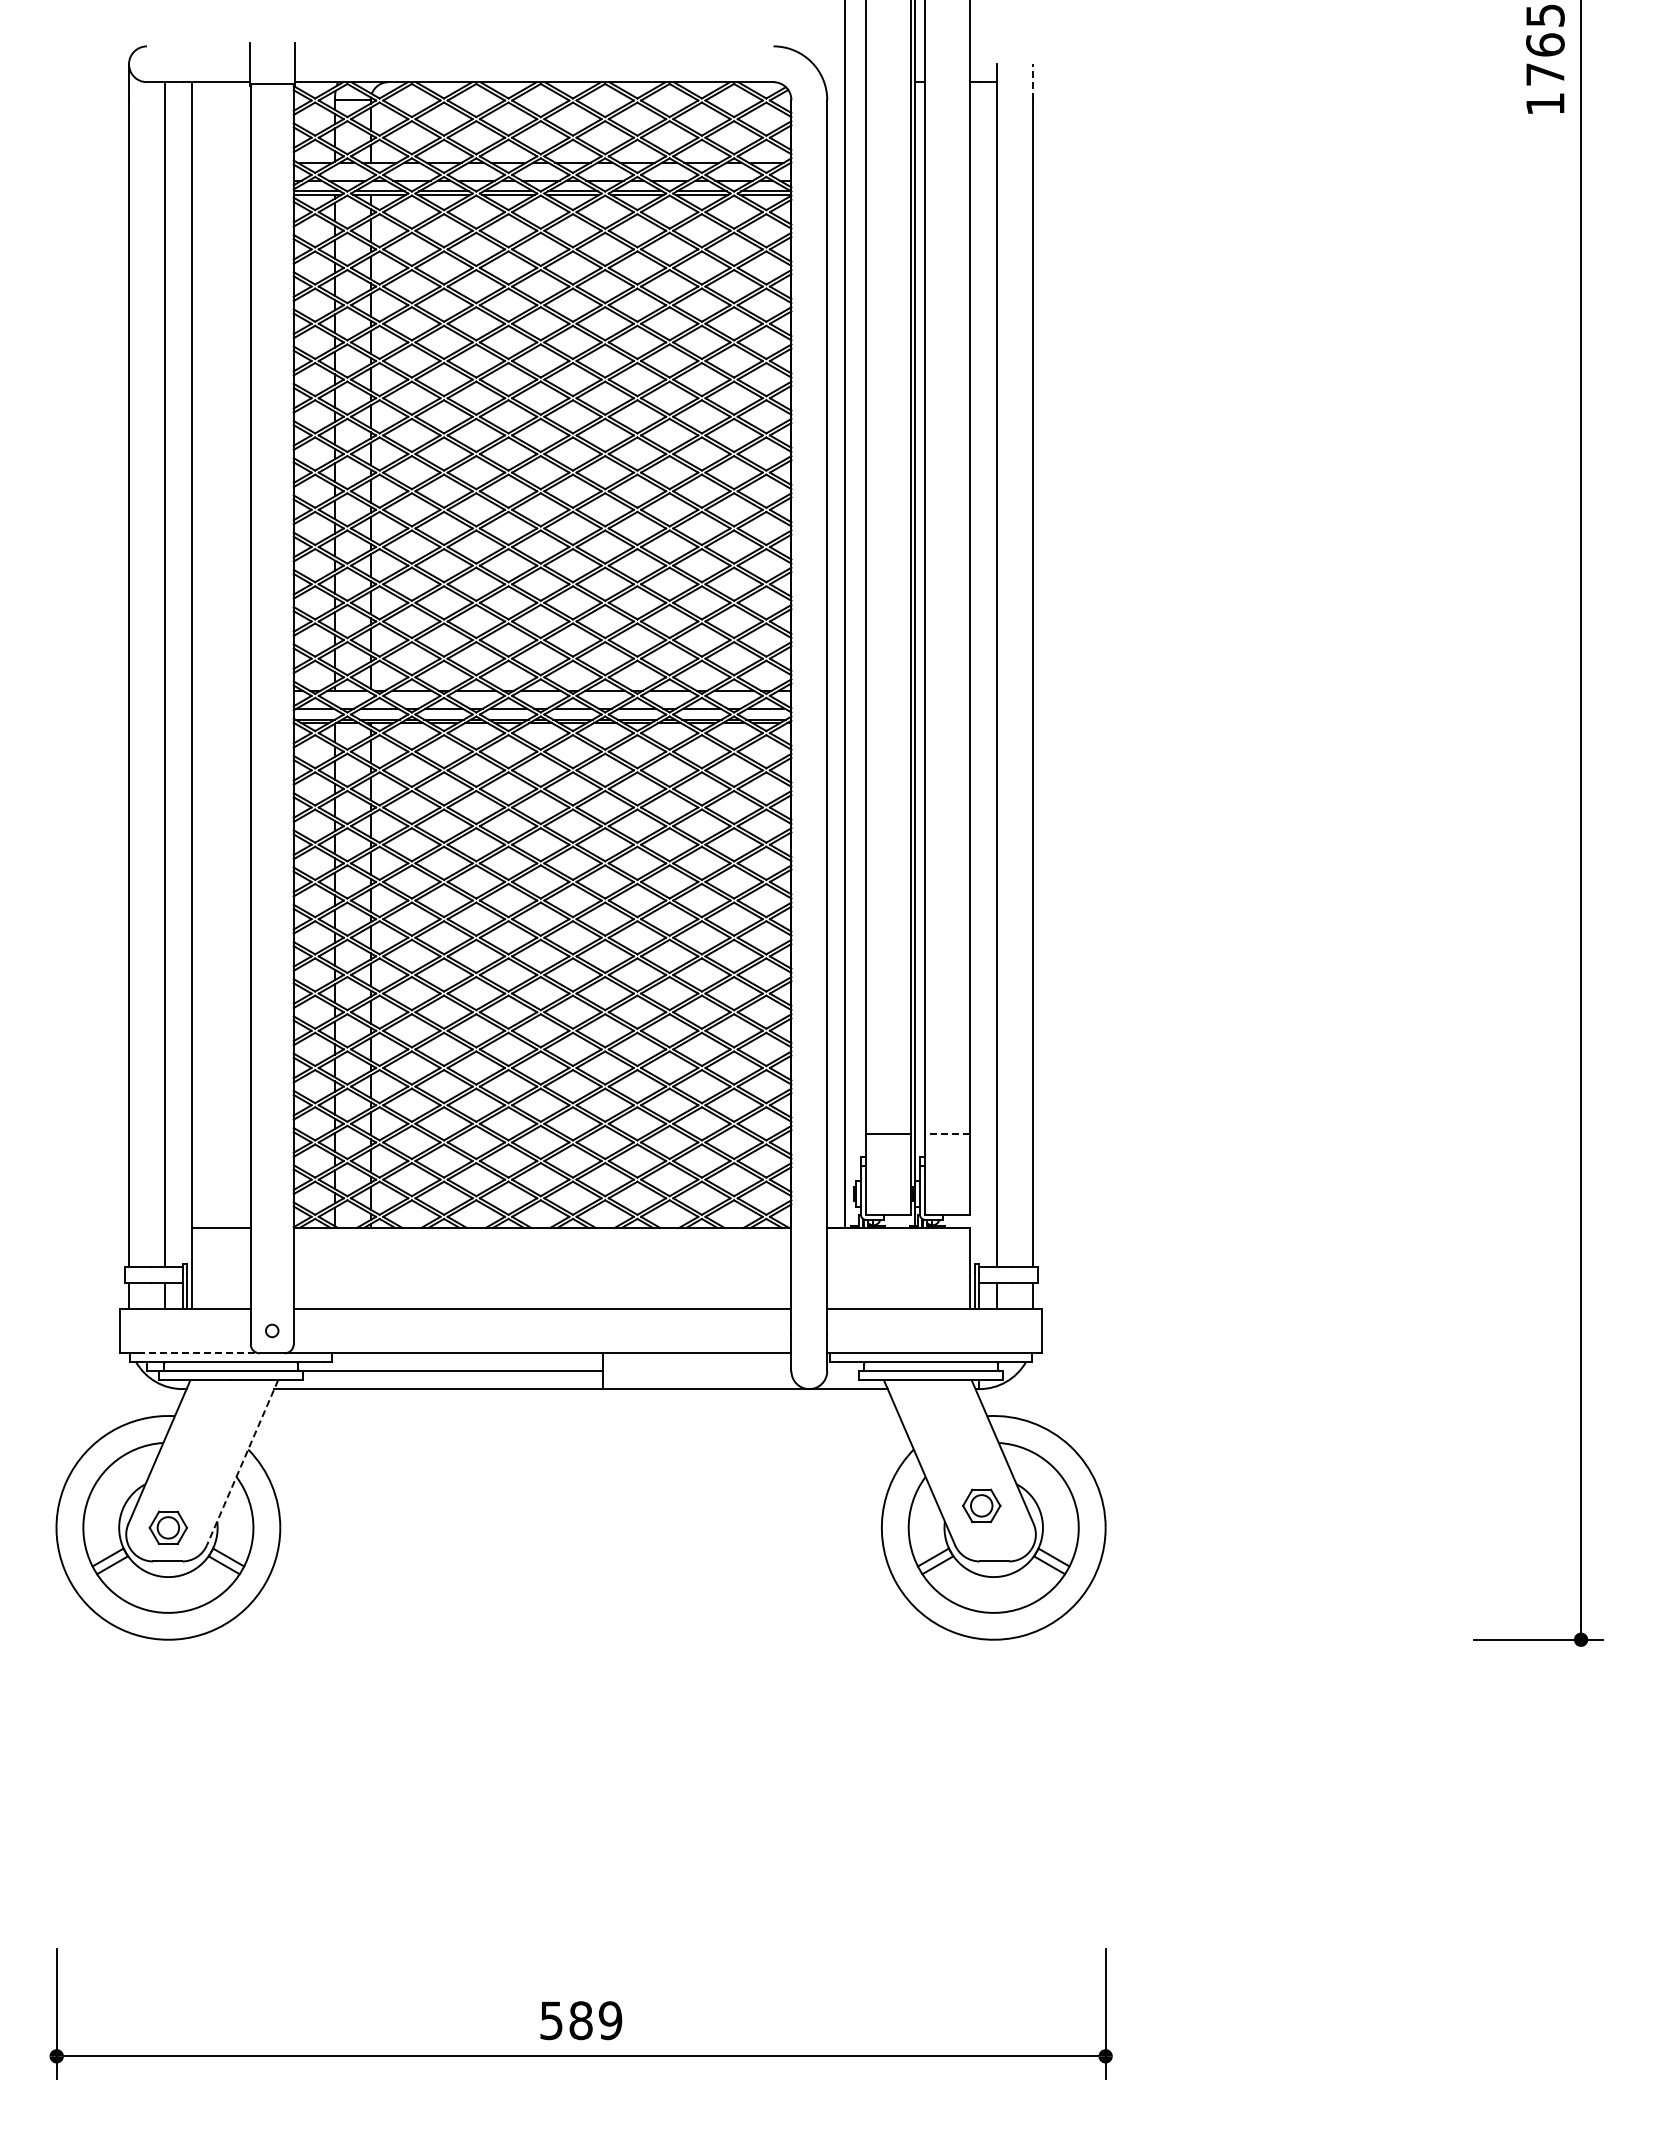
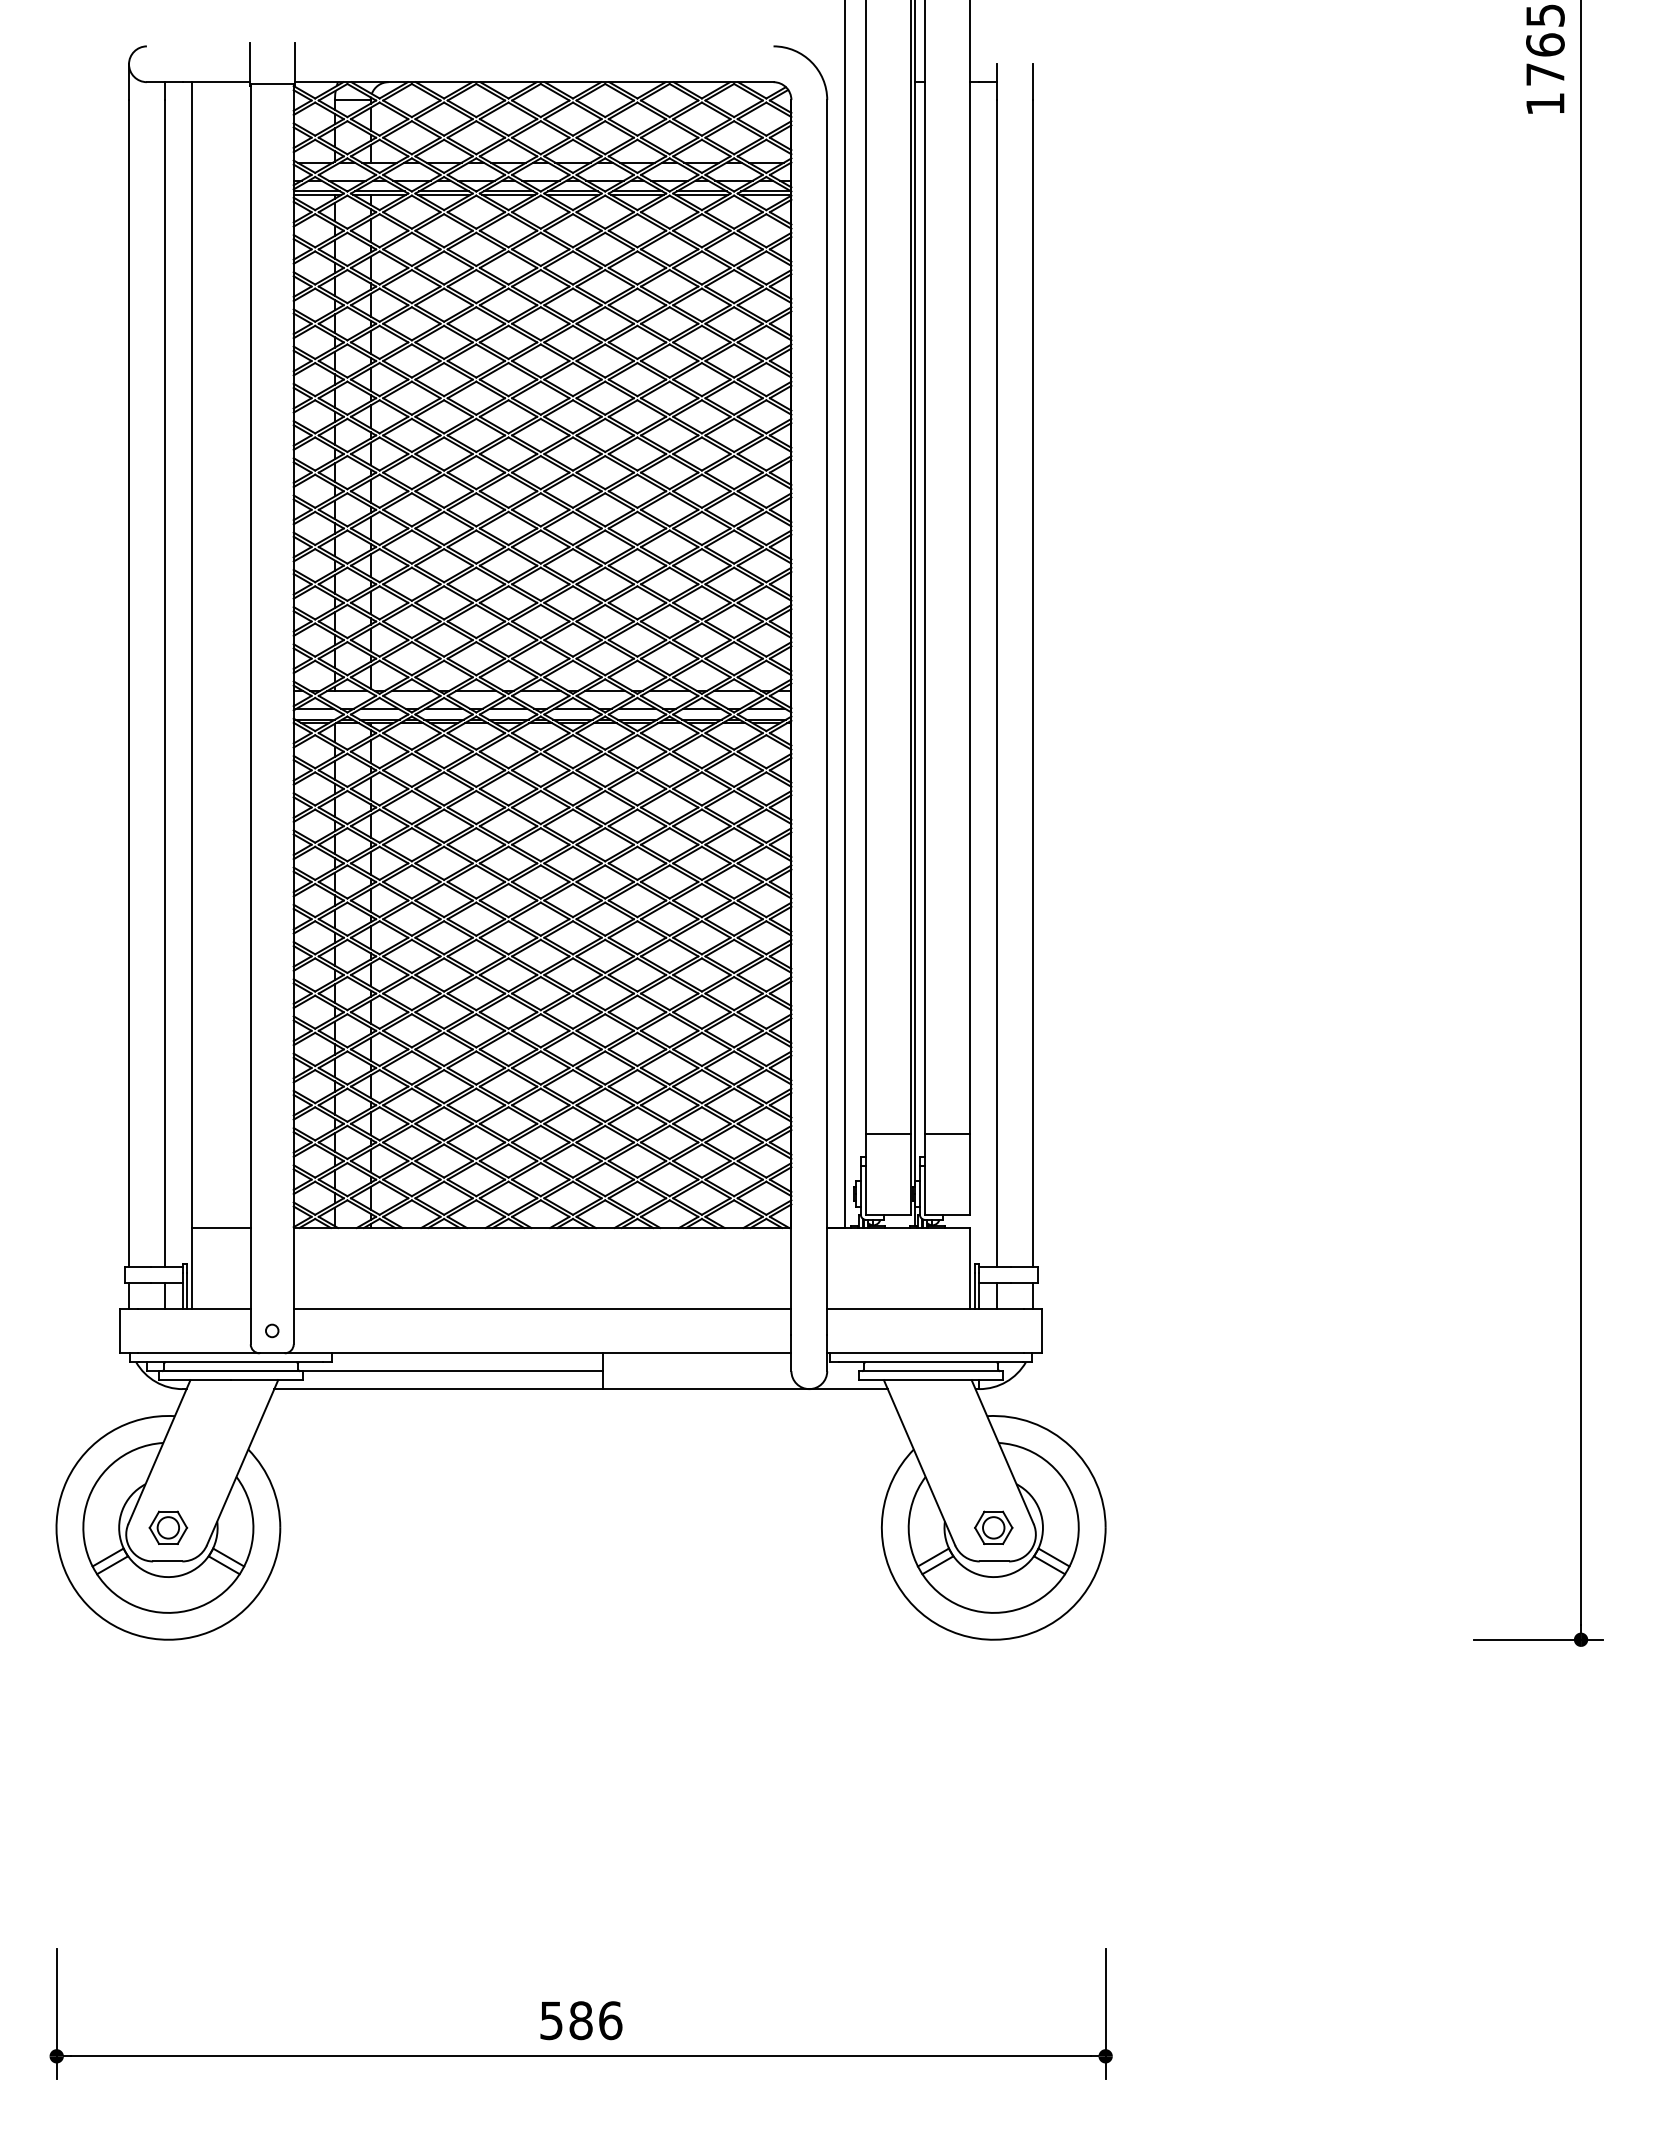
line at (1033, 82): dashed -> solid
line at (947, 1134): dashed -> solid
line at (198, 1353): dashed -> solid
line at (242, 1462): dashed -> solid
part at (981, 1505) position: (981, 1505) -> (993, 1527)
text at (610, 2020): 589 -> 586
